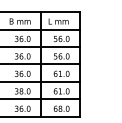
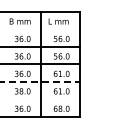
line at (41, 29): present -> none
line at (40, 81): solid -> dashed
line at (41, 99): present -> none
